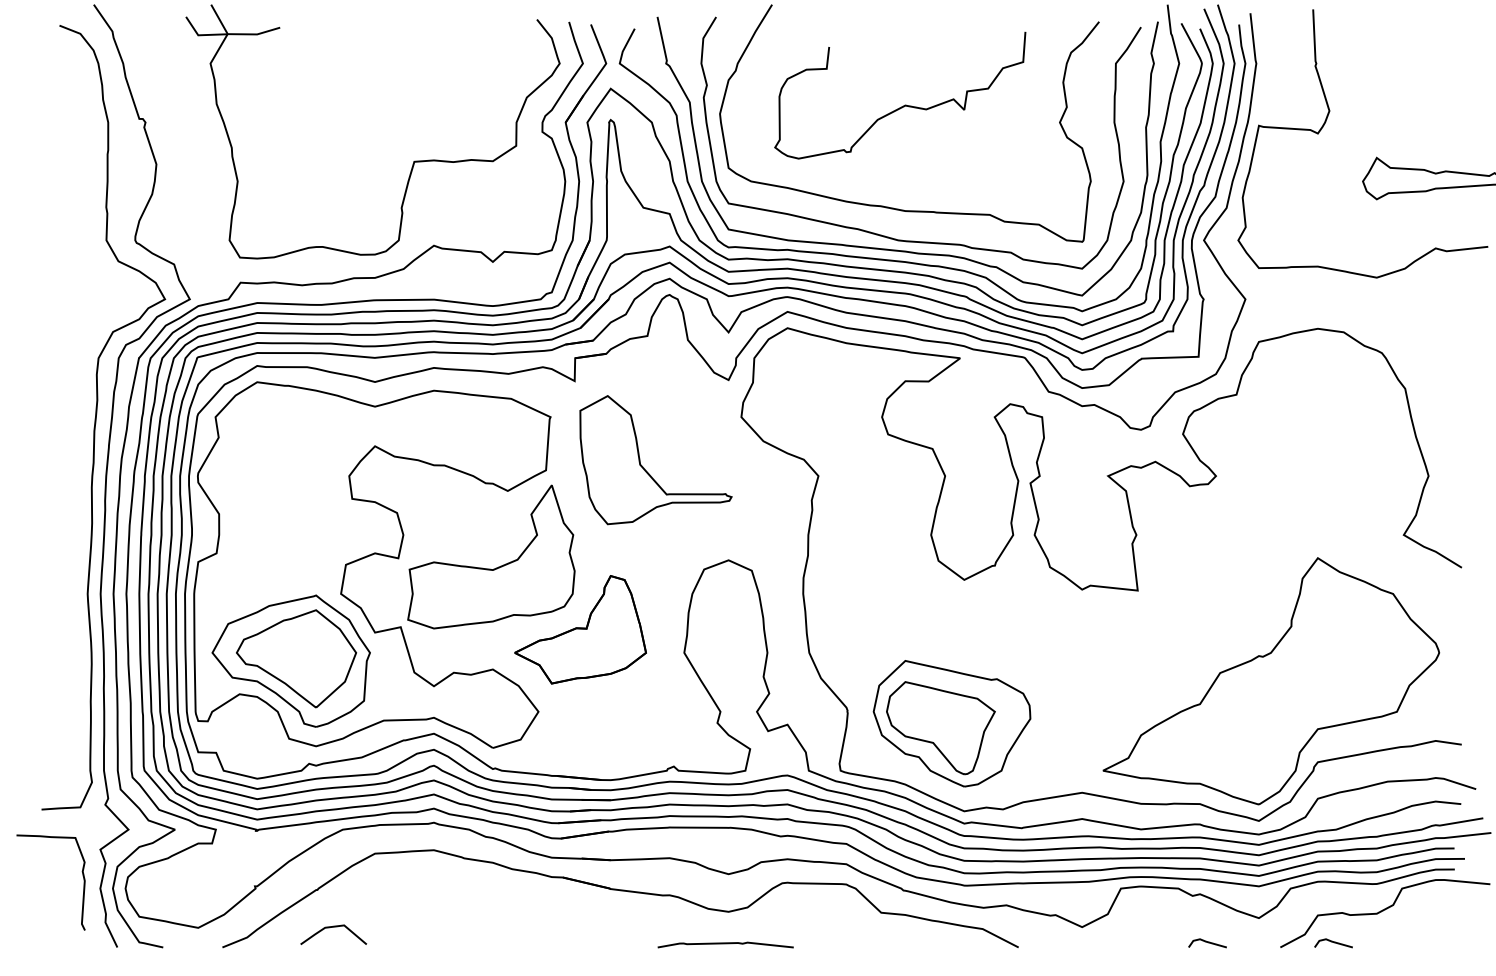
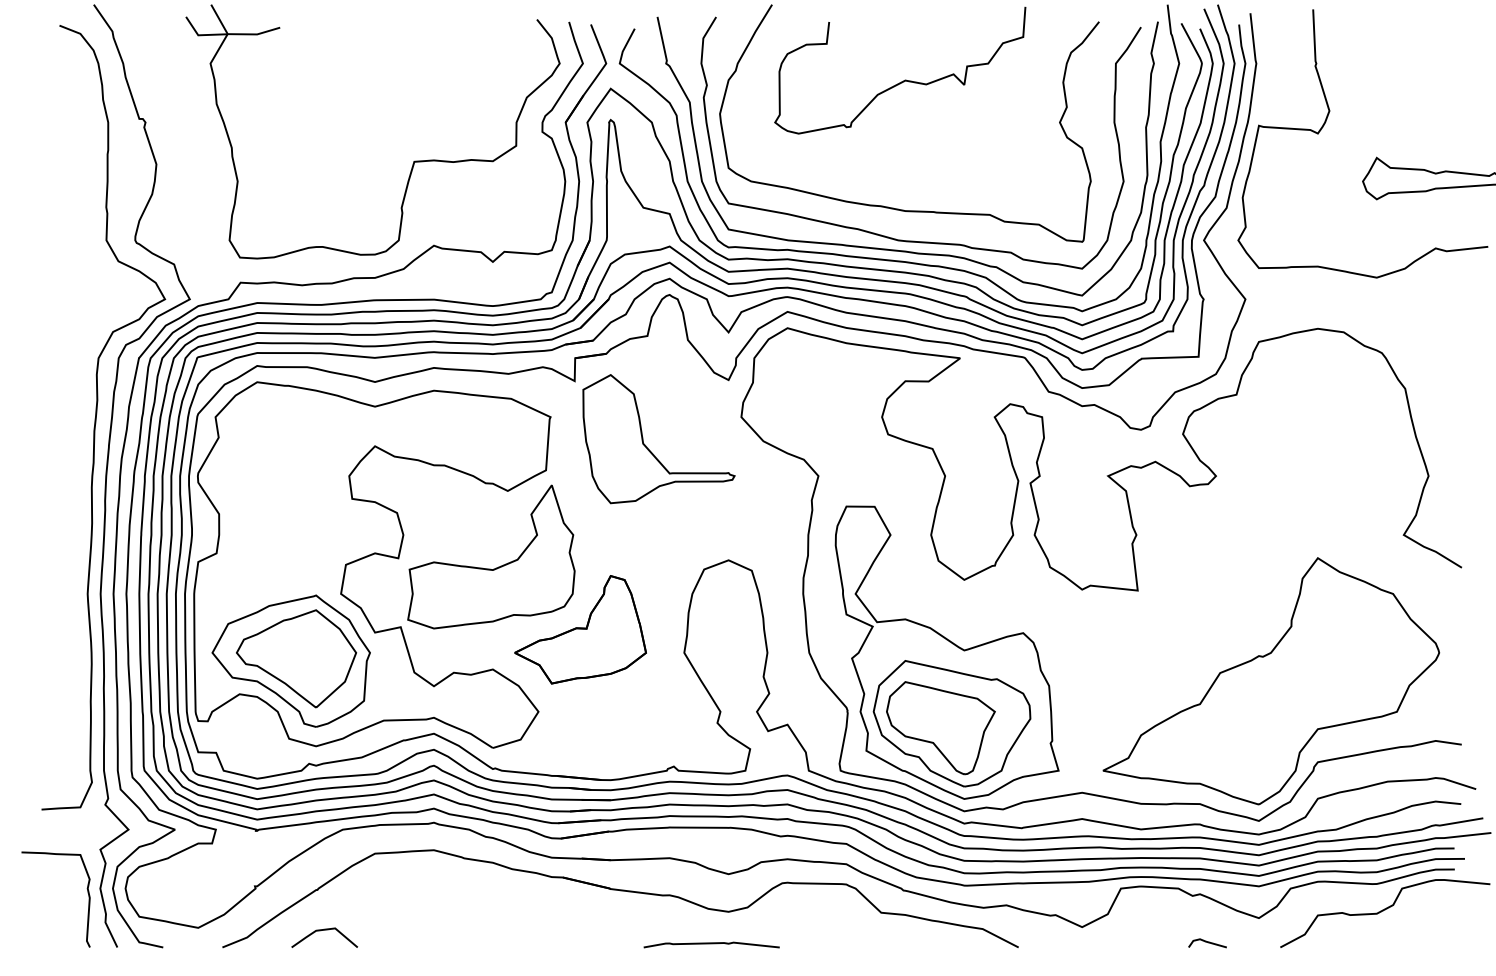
curve at (905, 104) position: (905, 104) -> (905, 79)
part at (643, 466) position: (643, 466) -> (646, 445)
part at (946, 652): none -> present
curve at (82, 876) position: (82, 876) -> (87, 893)
line at (333, 927) position: (333, 927) -> (324, 930)
line at (1333, 942): present -> none
curve at (725, 944) position: (725, 944) -> (711, 944)
